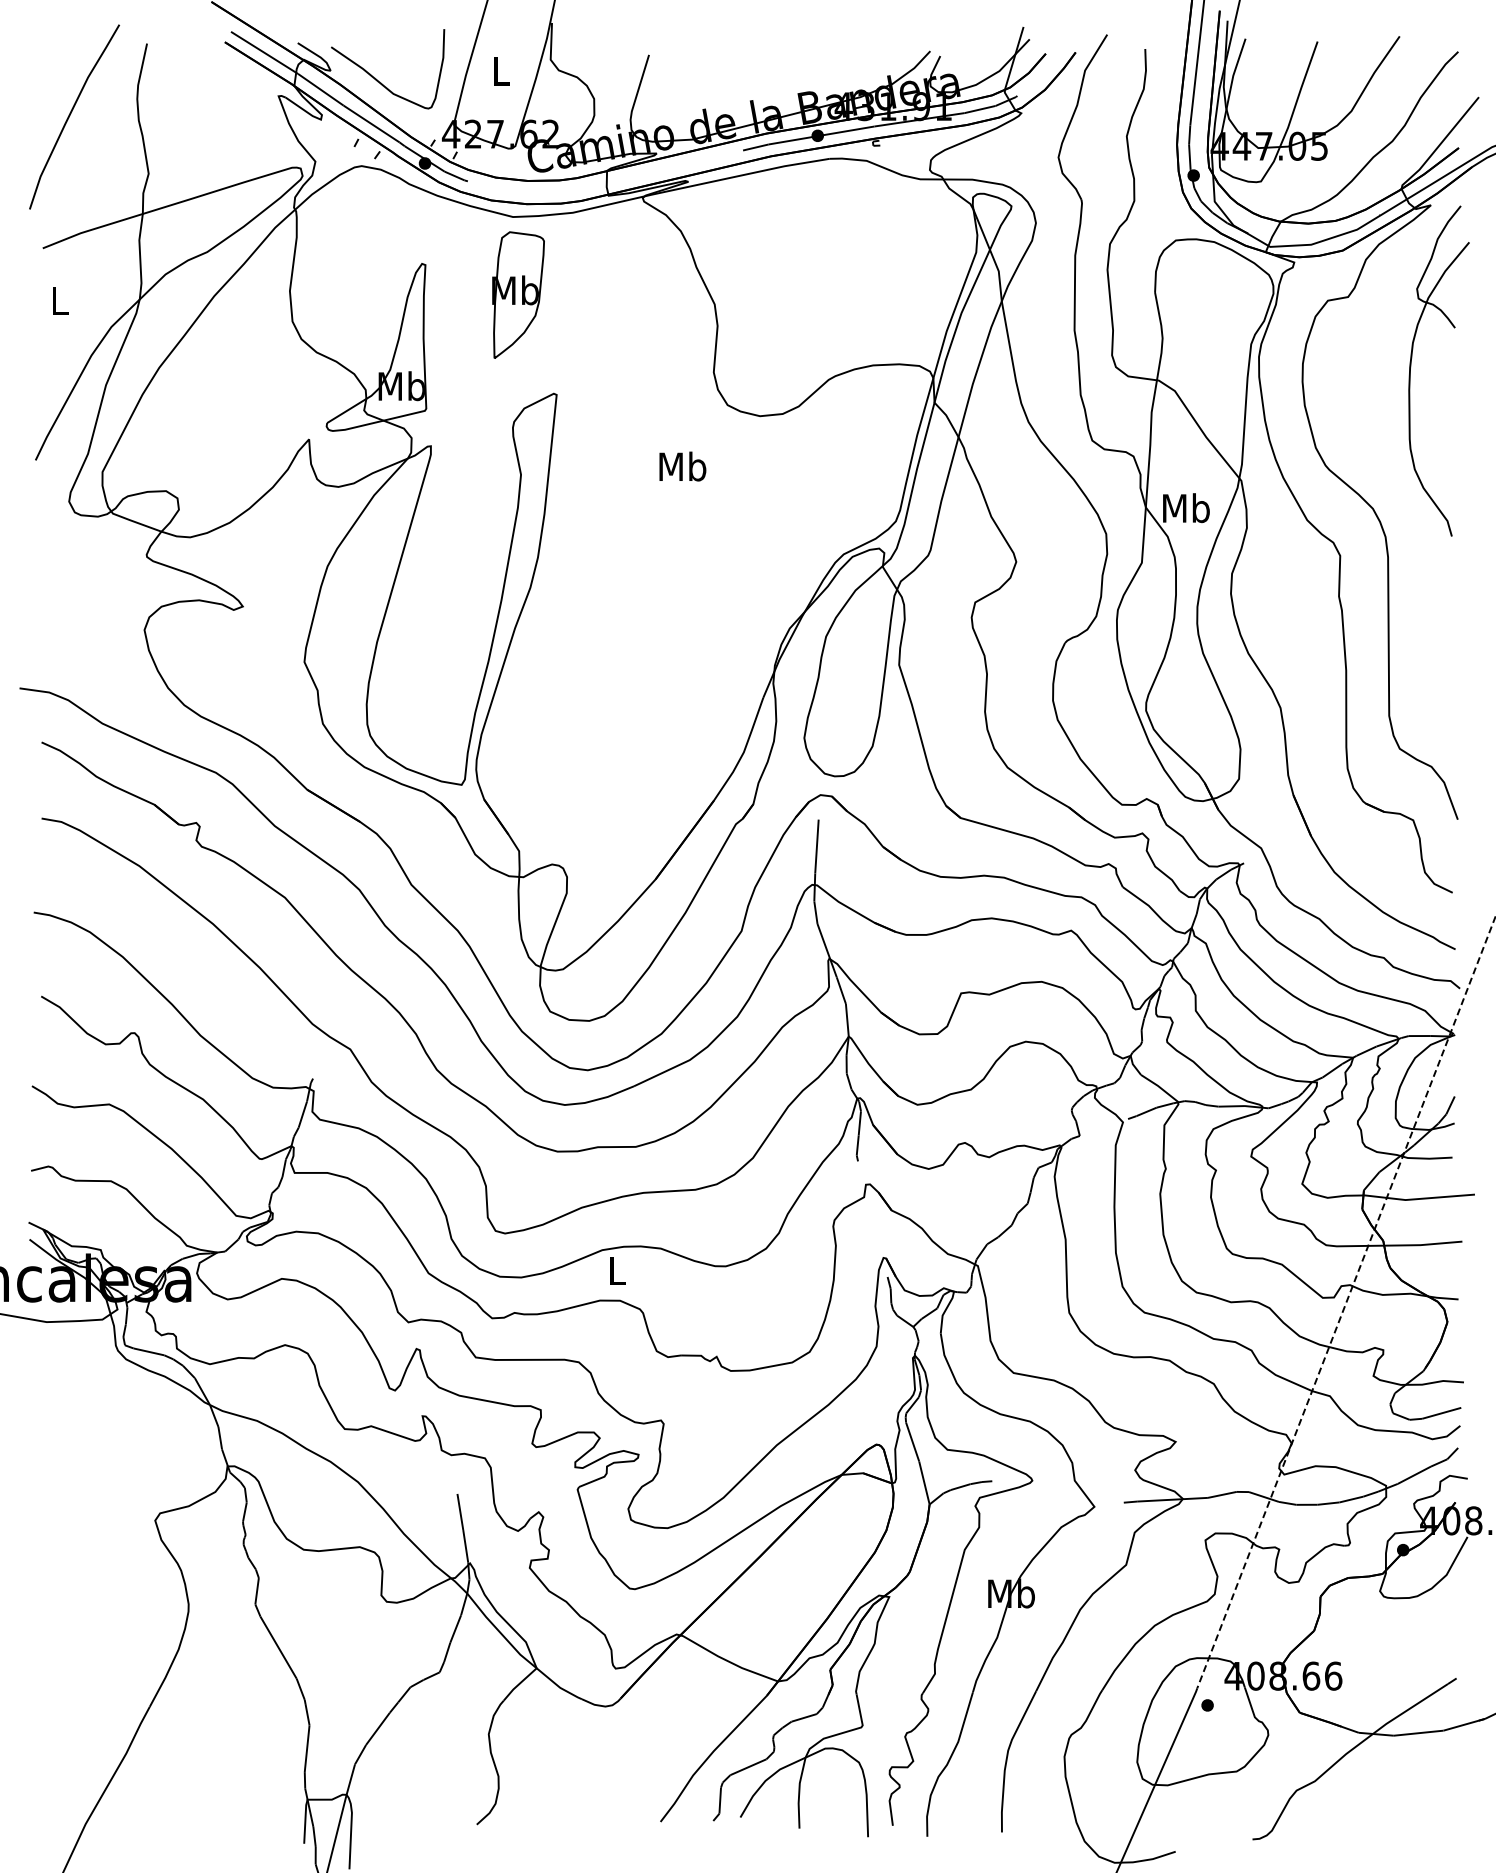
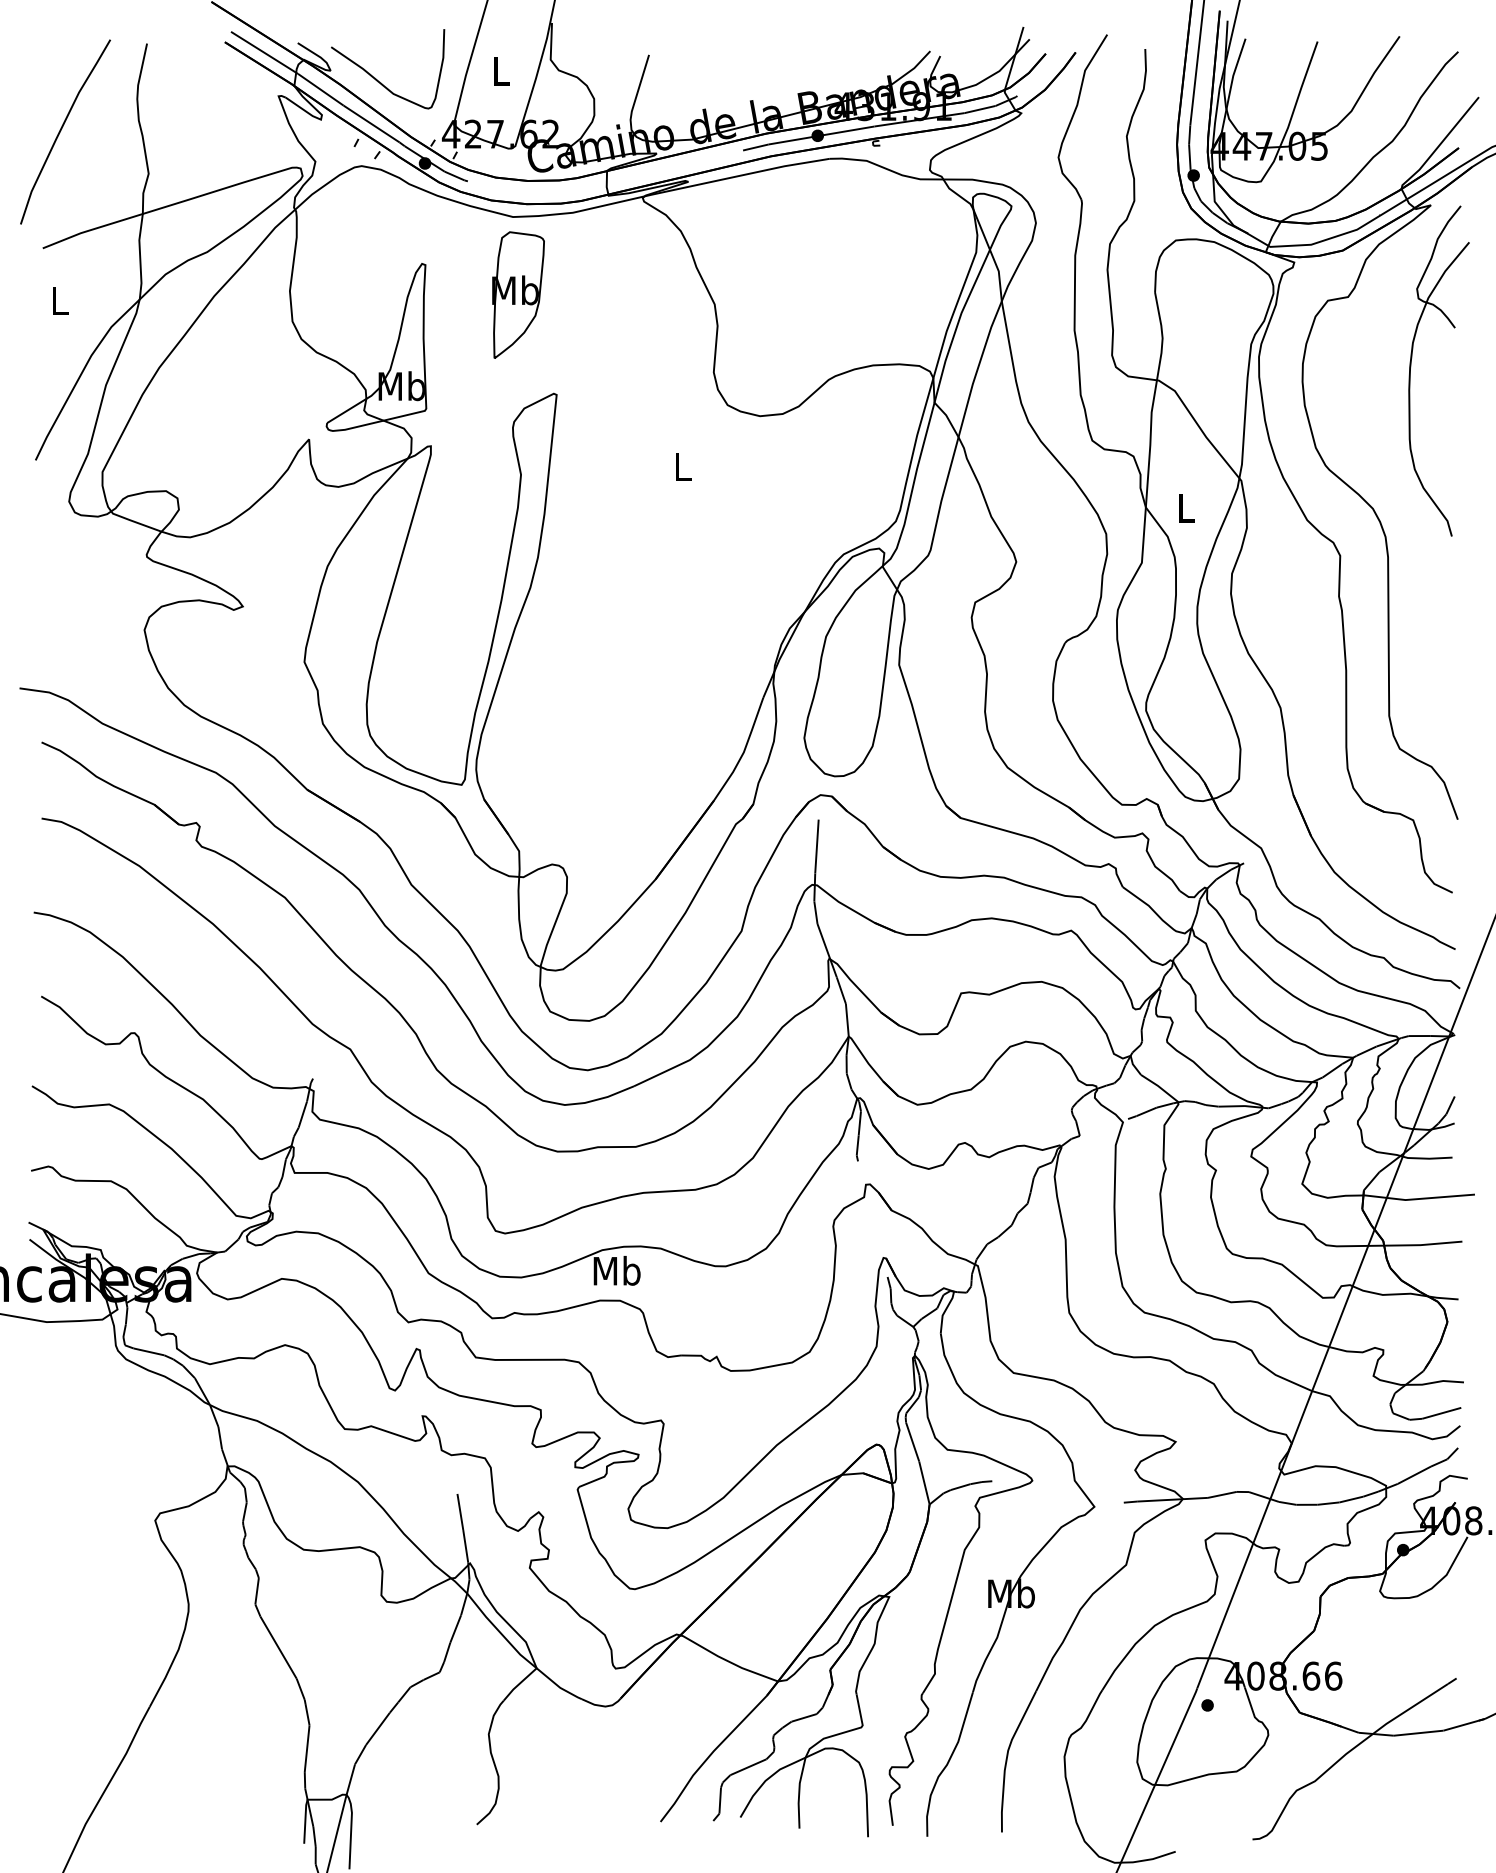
curve at (70, 115) position: (70, 115) -> (61, 130)
text at (682, 466): Mb -> L
text at (1186, 508): Mb -> L
text at (616, 1270): L -> Mb
line at (1346, 1302): dashed -> solid
